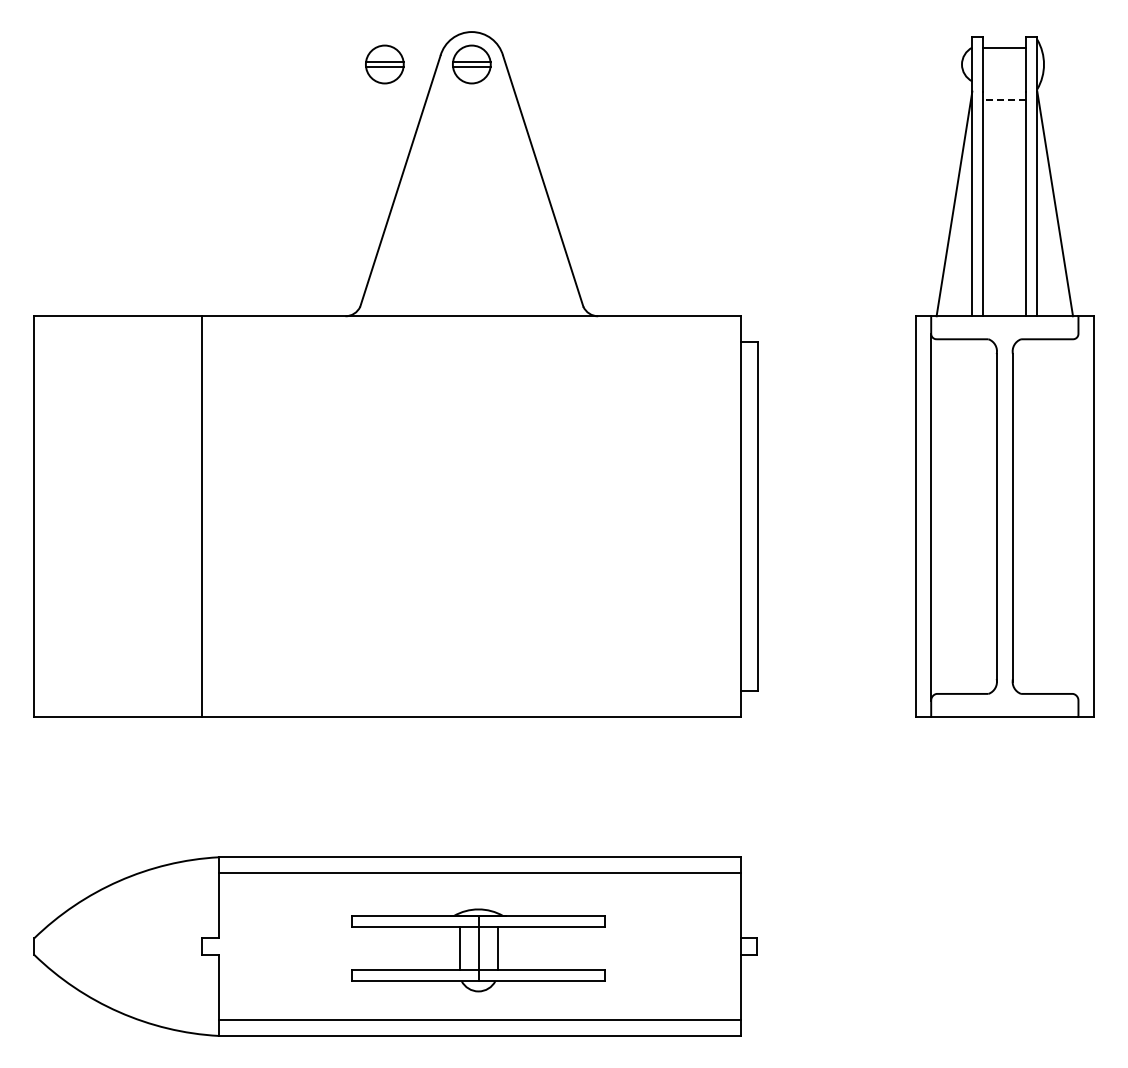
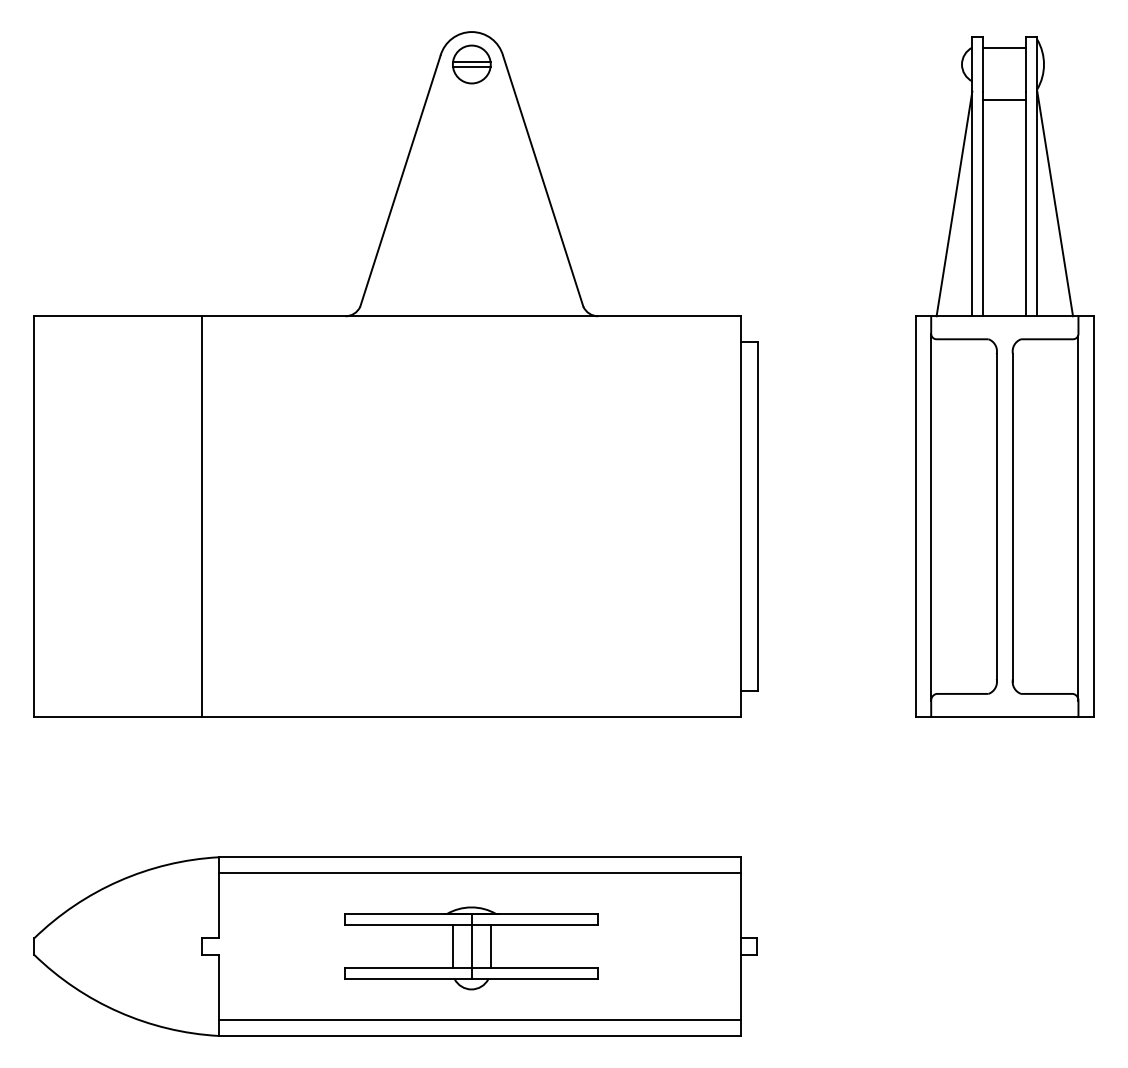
part at (384, 64): present -> none
line at (1004, 99): dashed -> solid
line at (1078, 518): none -> present
part at (478, 950) position: (478, 950) -> (471, 948)
